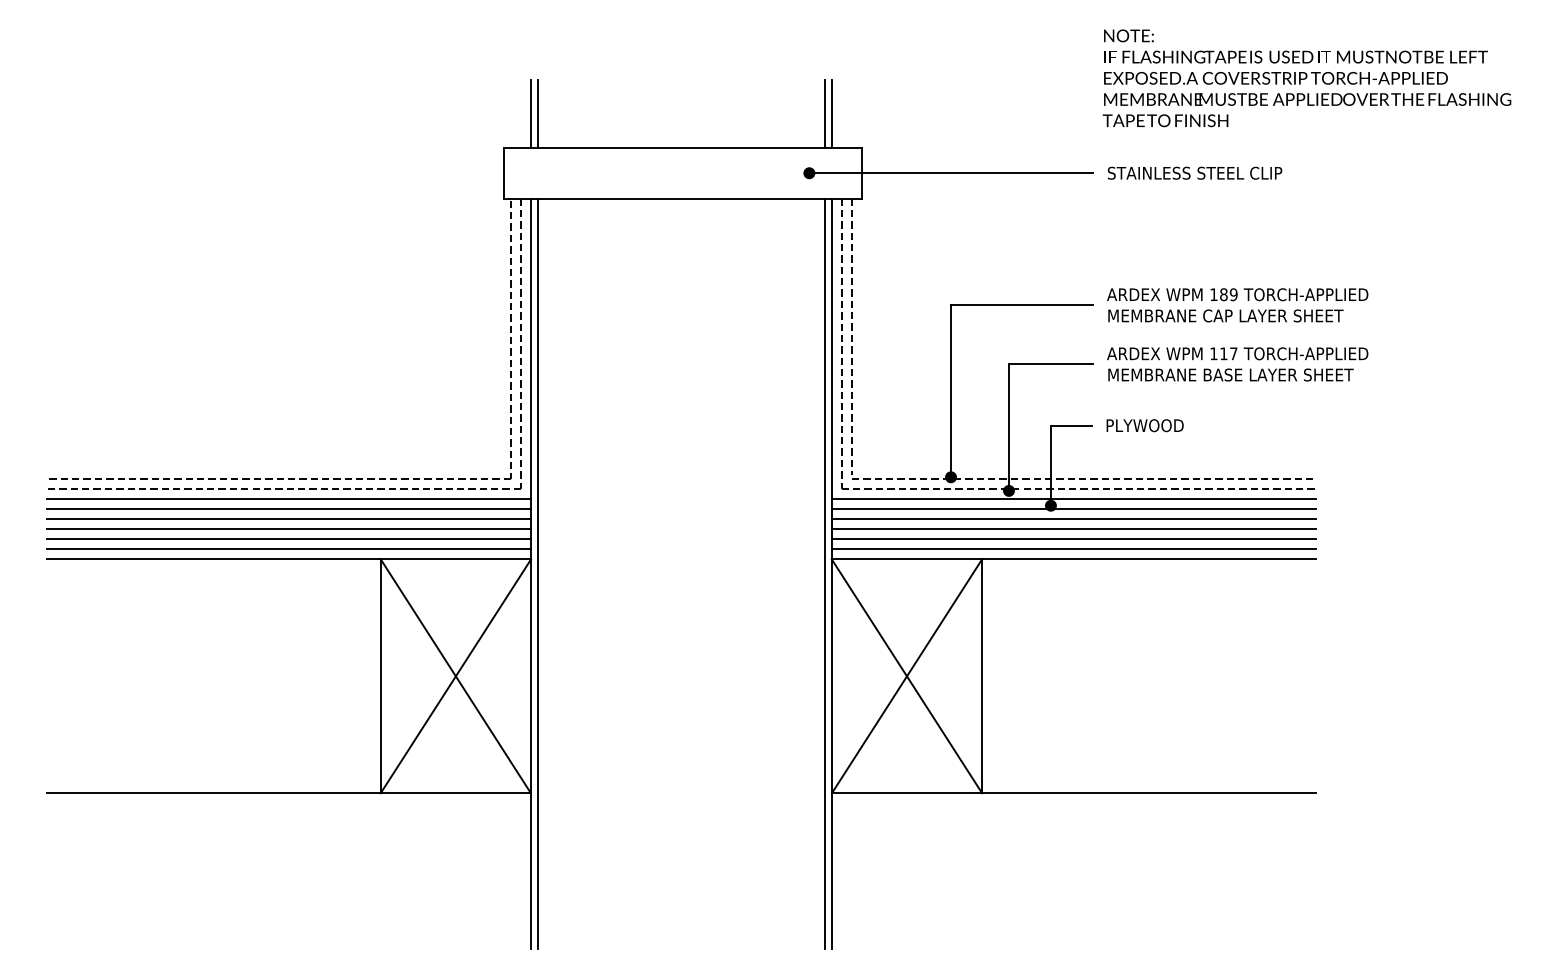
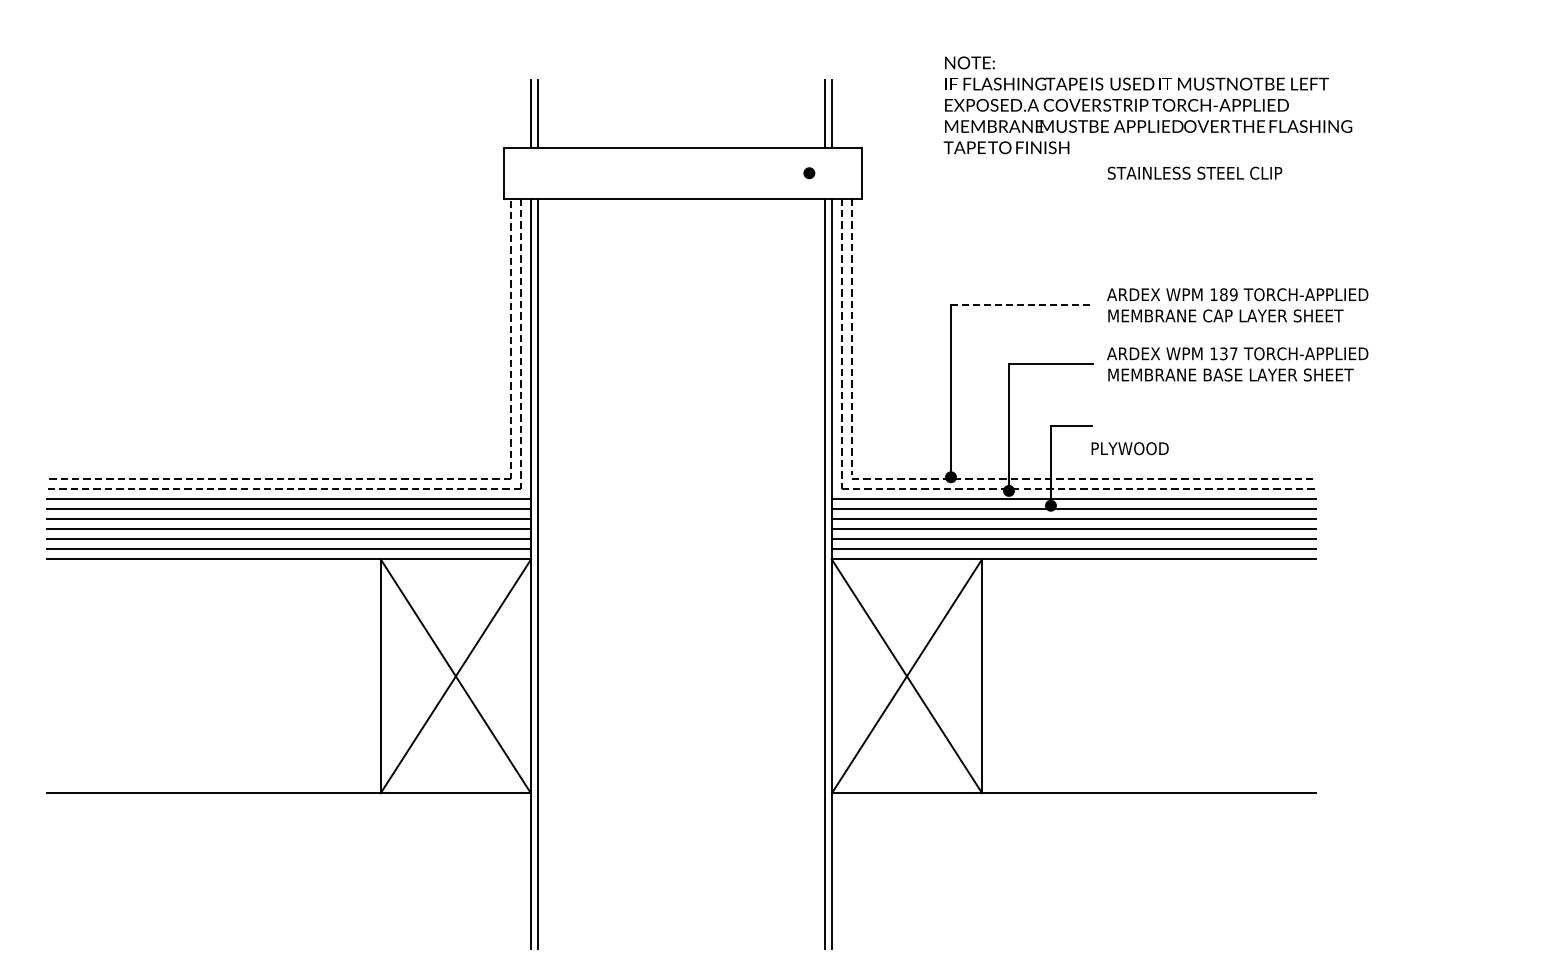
text at (1306, 78) position: (1306, 78) -> (1147, 105)
line at (951, 173): present -> none
line at (1022, 305): solid -> dashed
text at (1223, 353): 117 -> 137
text at (1144, 425) position: (1144, 425) -> (1129, 448)
